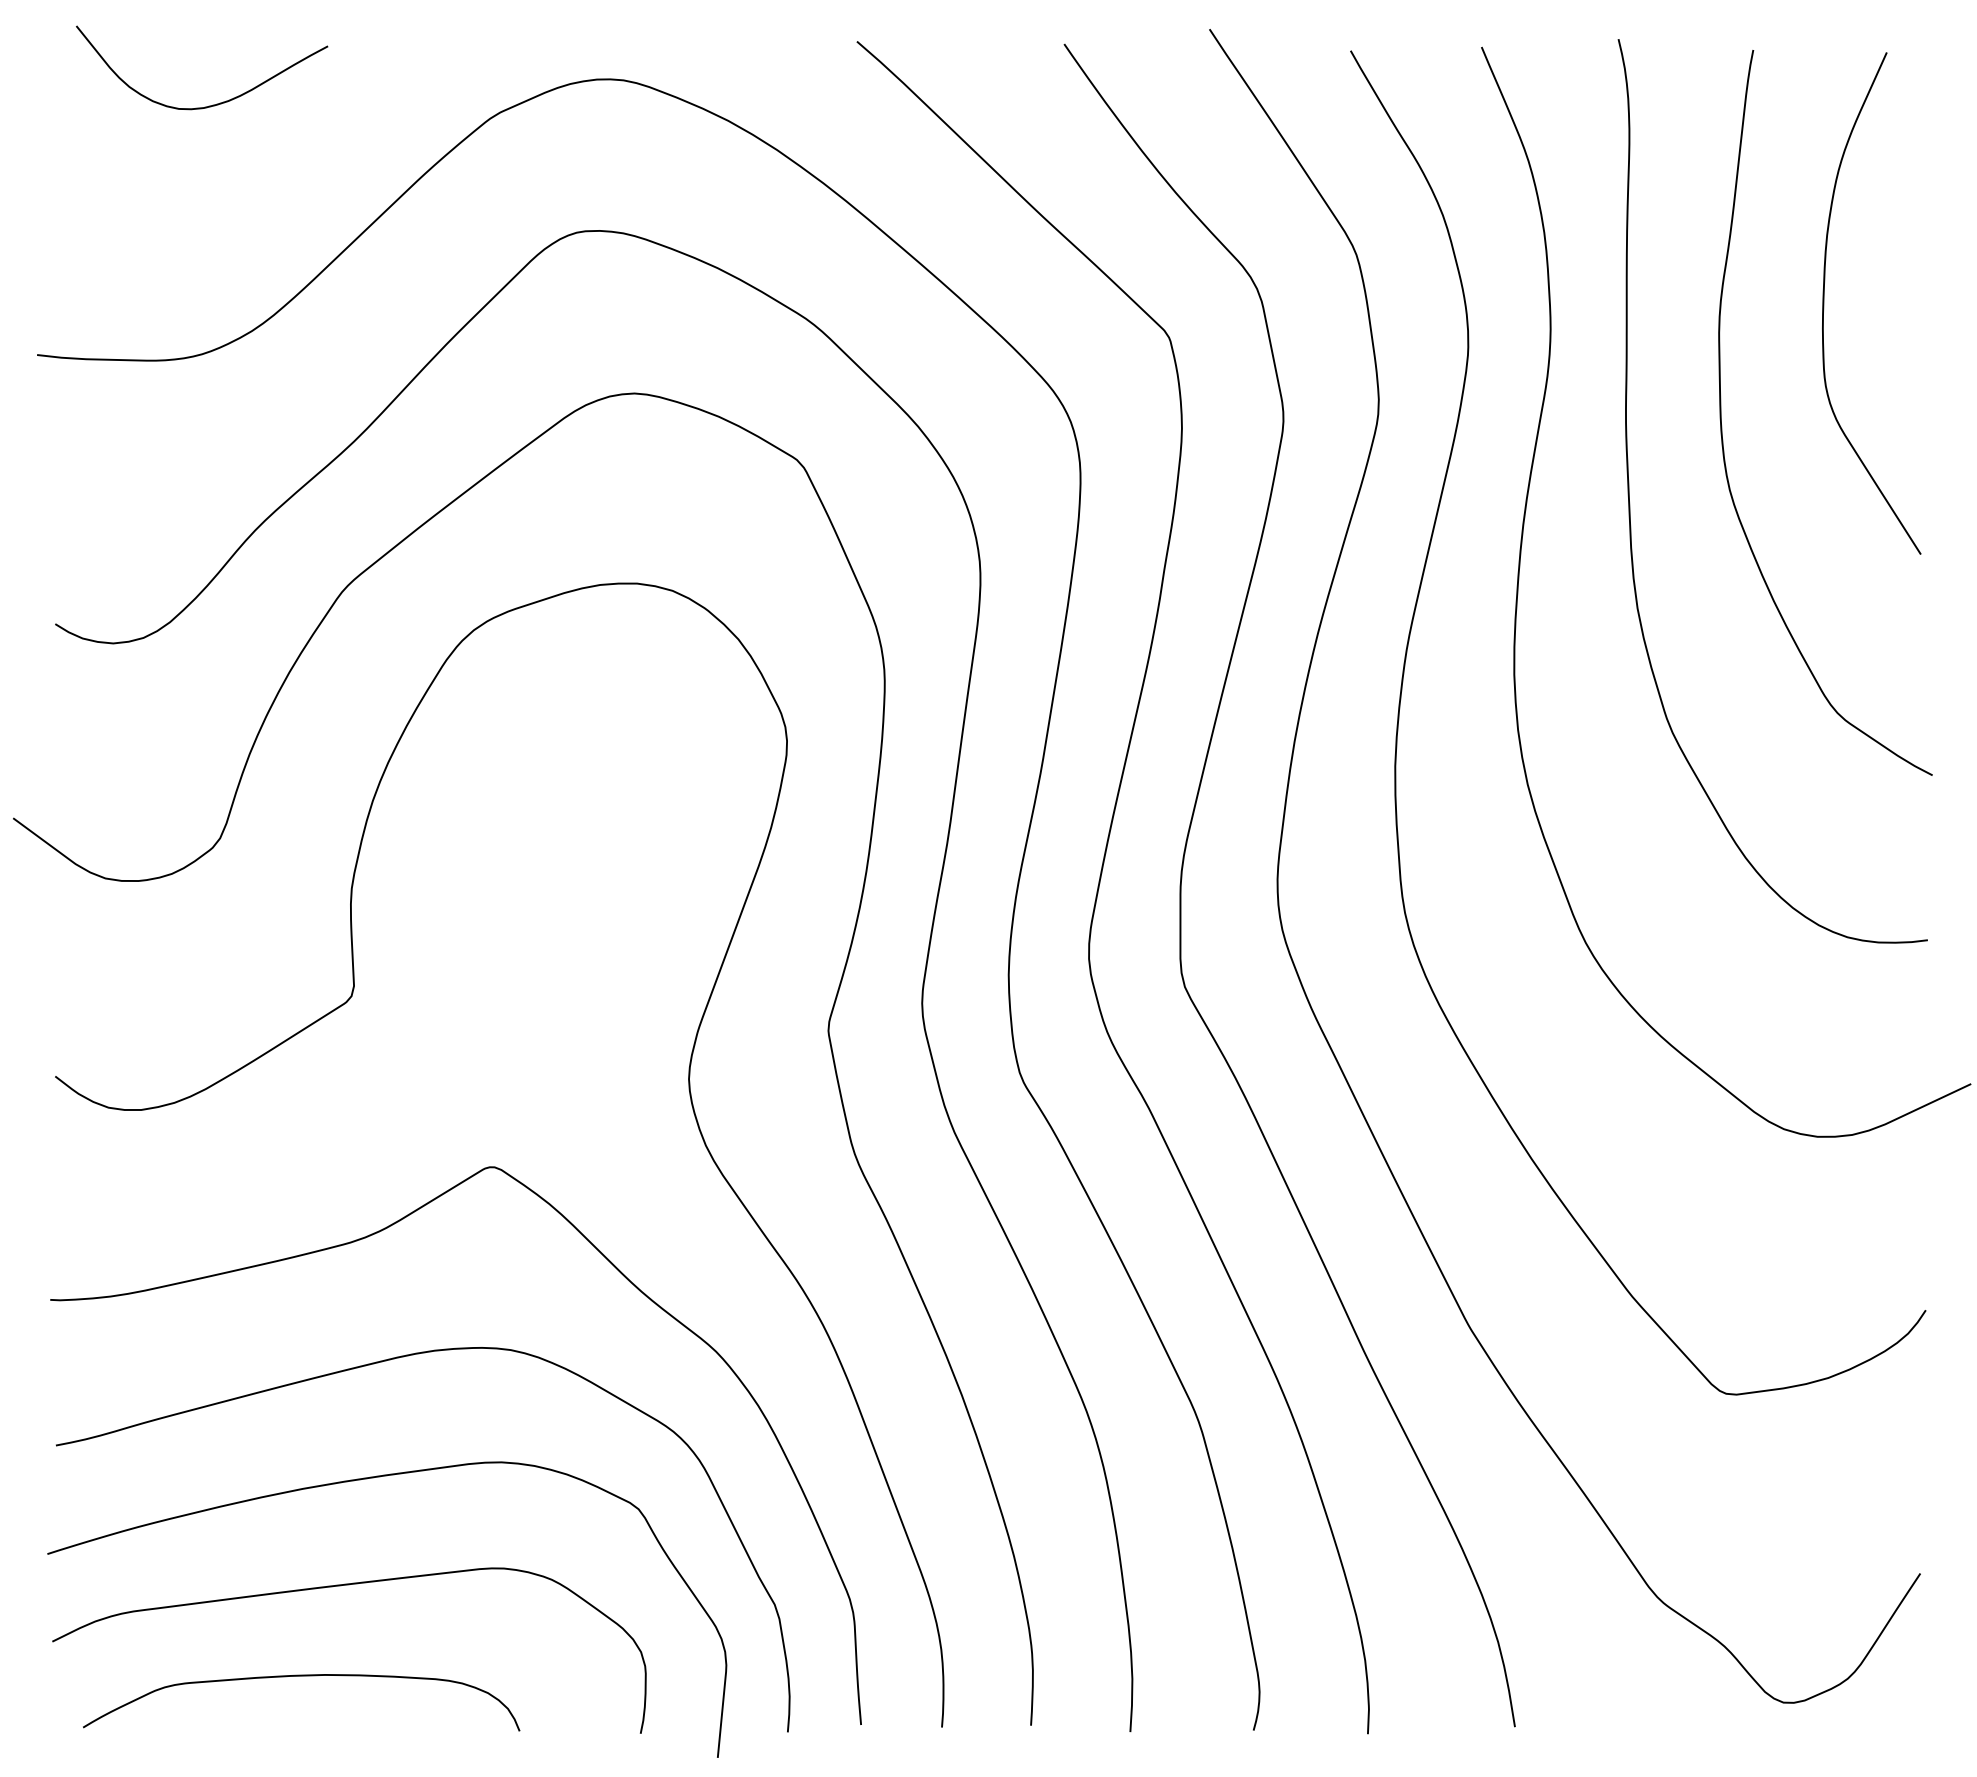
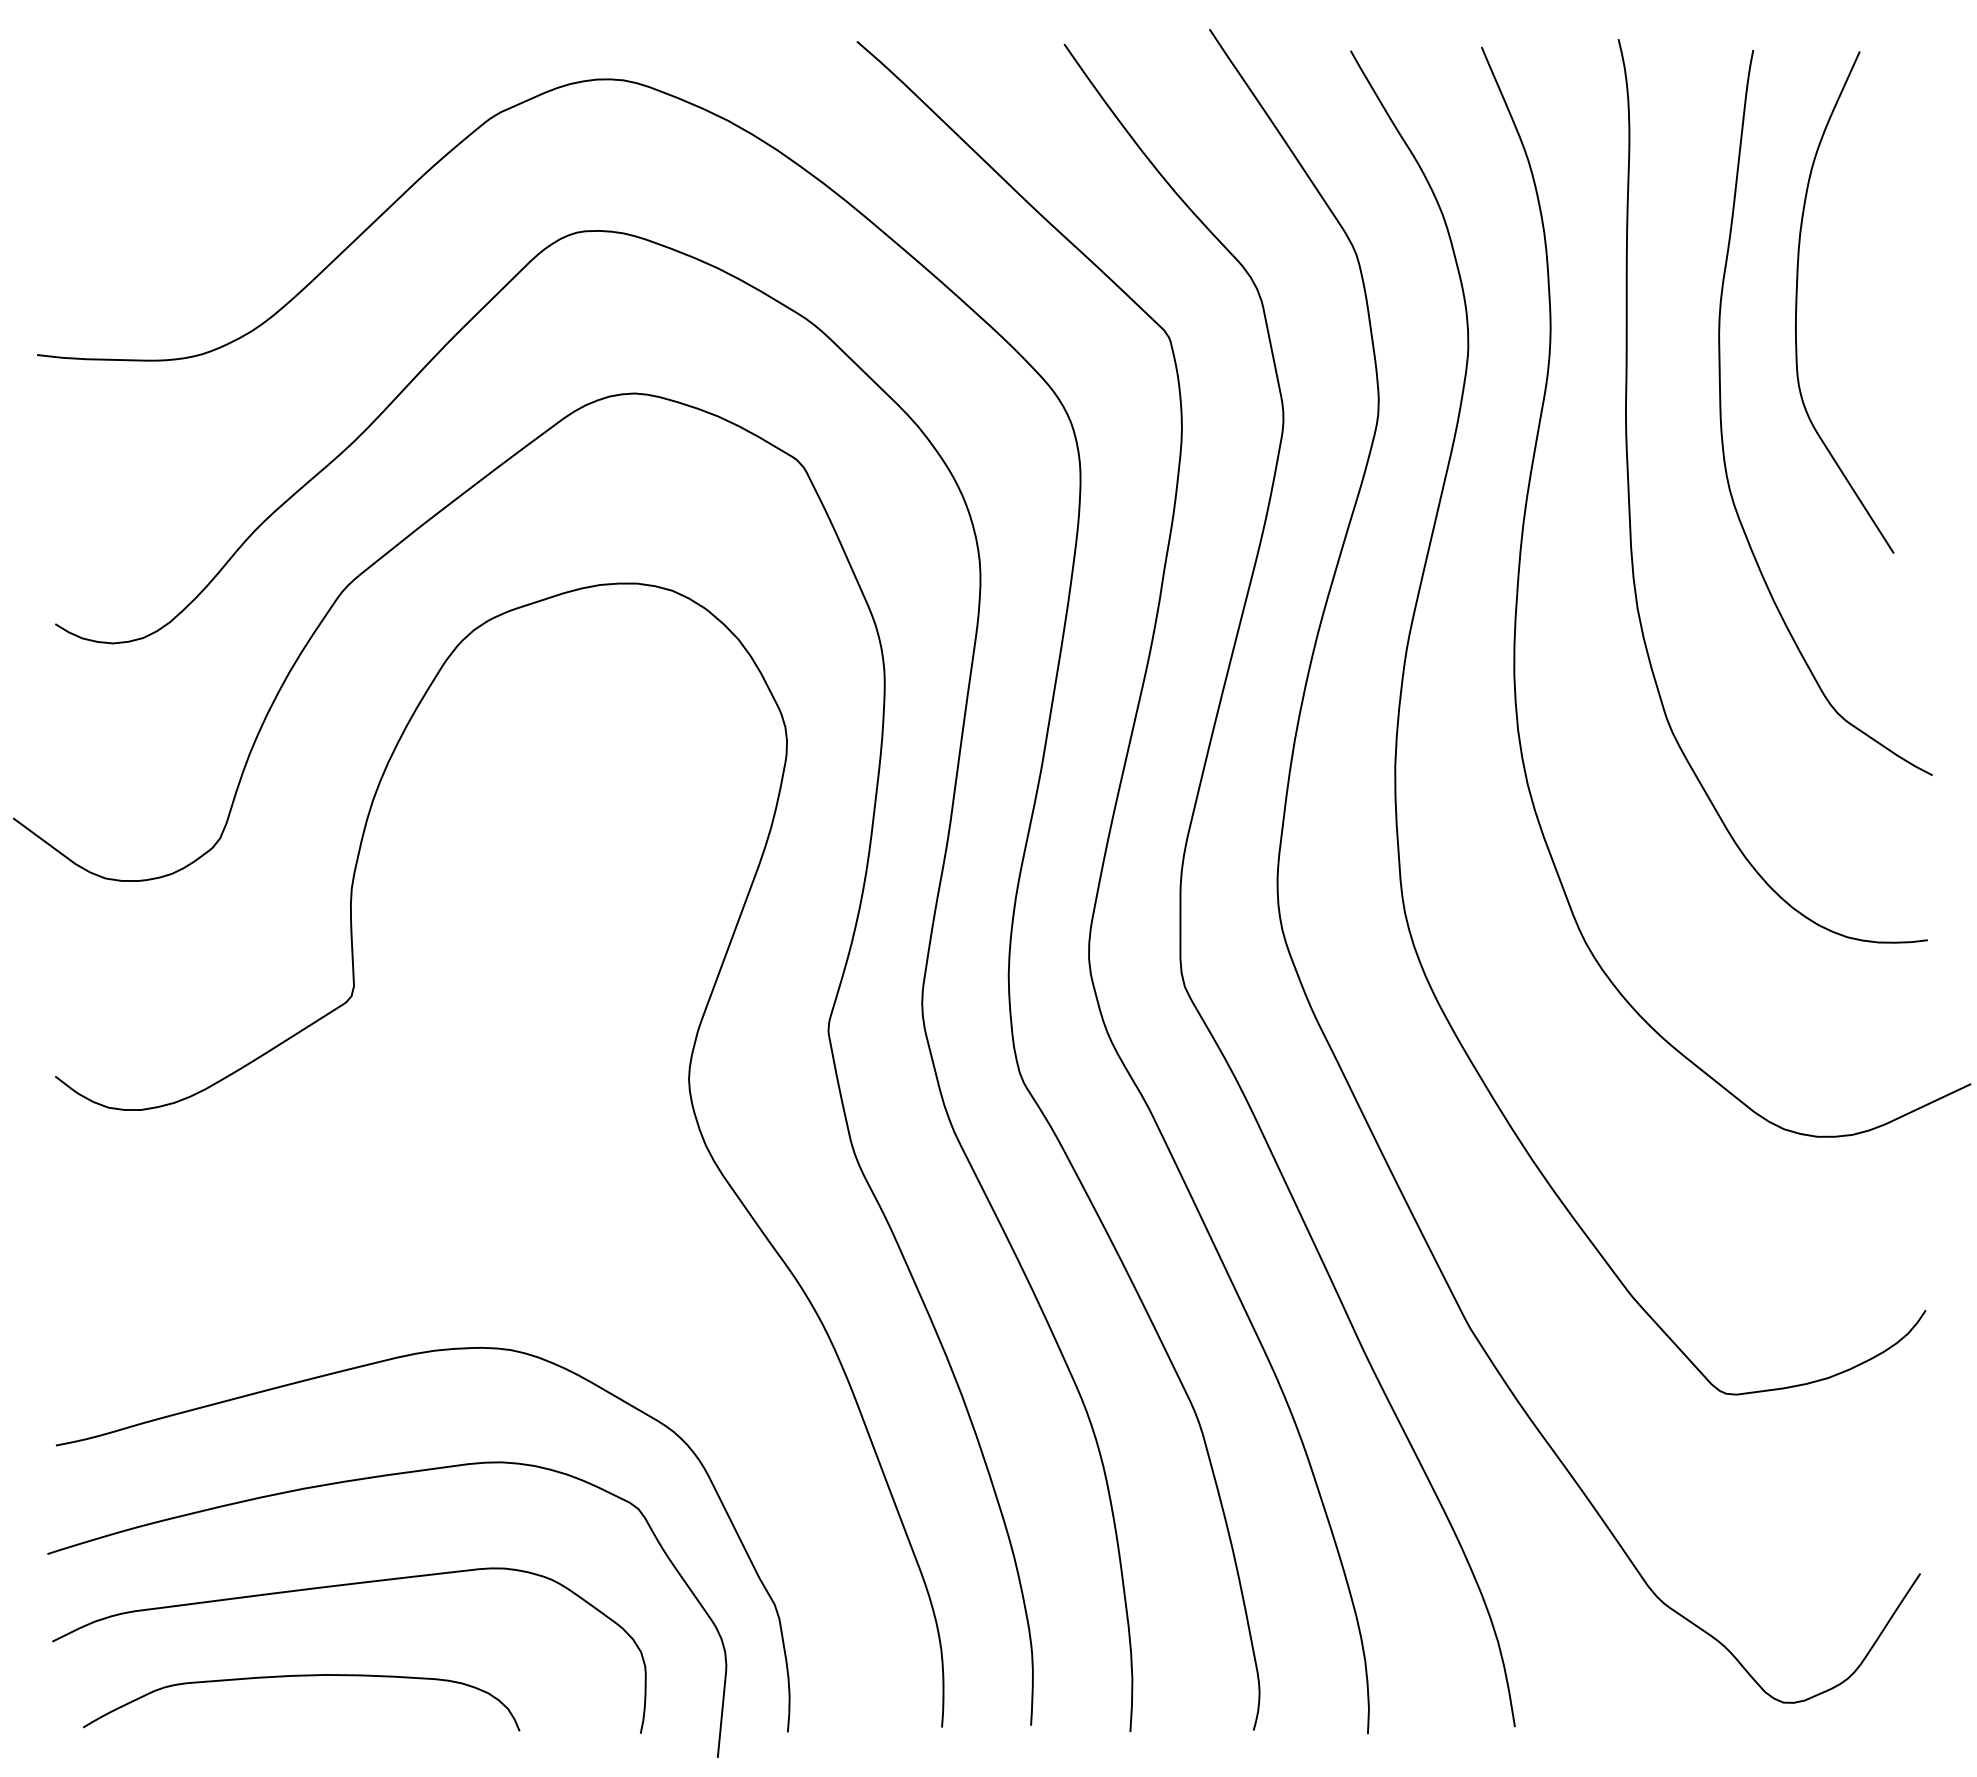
curve at (213, 104): present -> none
curve at (1824, 303) position: (1824, 303) -> (1797, 302)
curve at (368, 1237): present -> none
